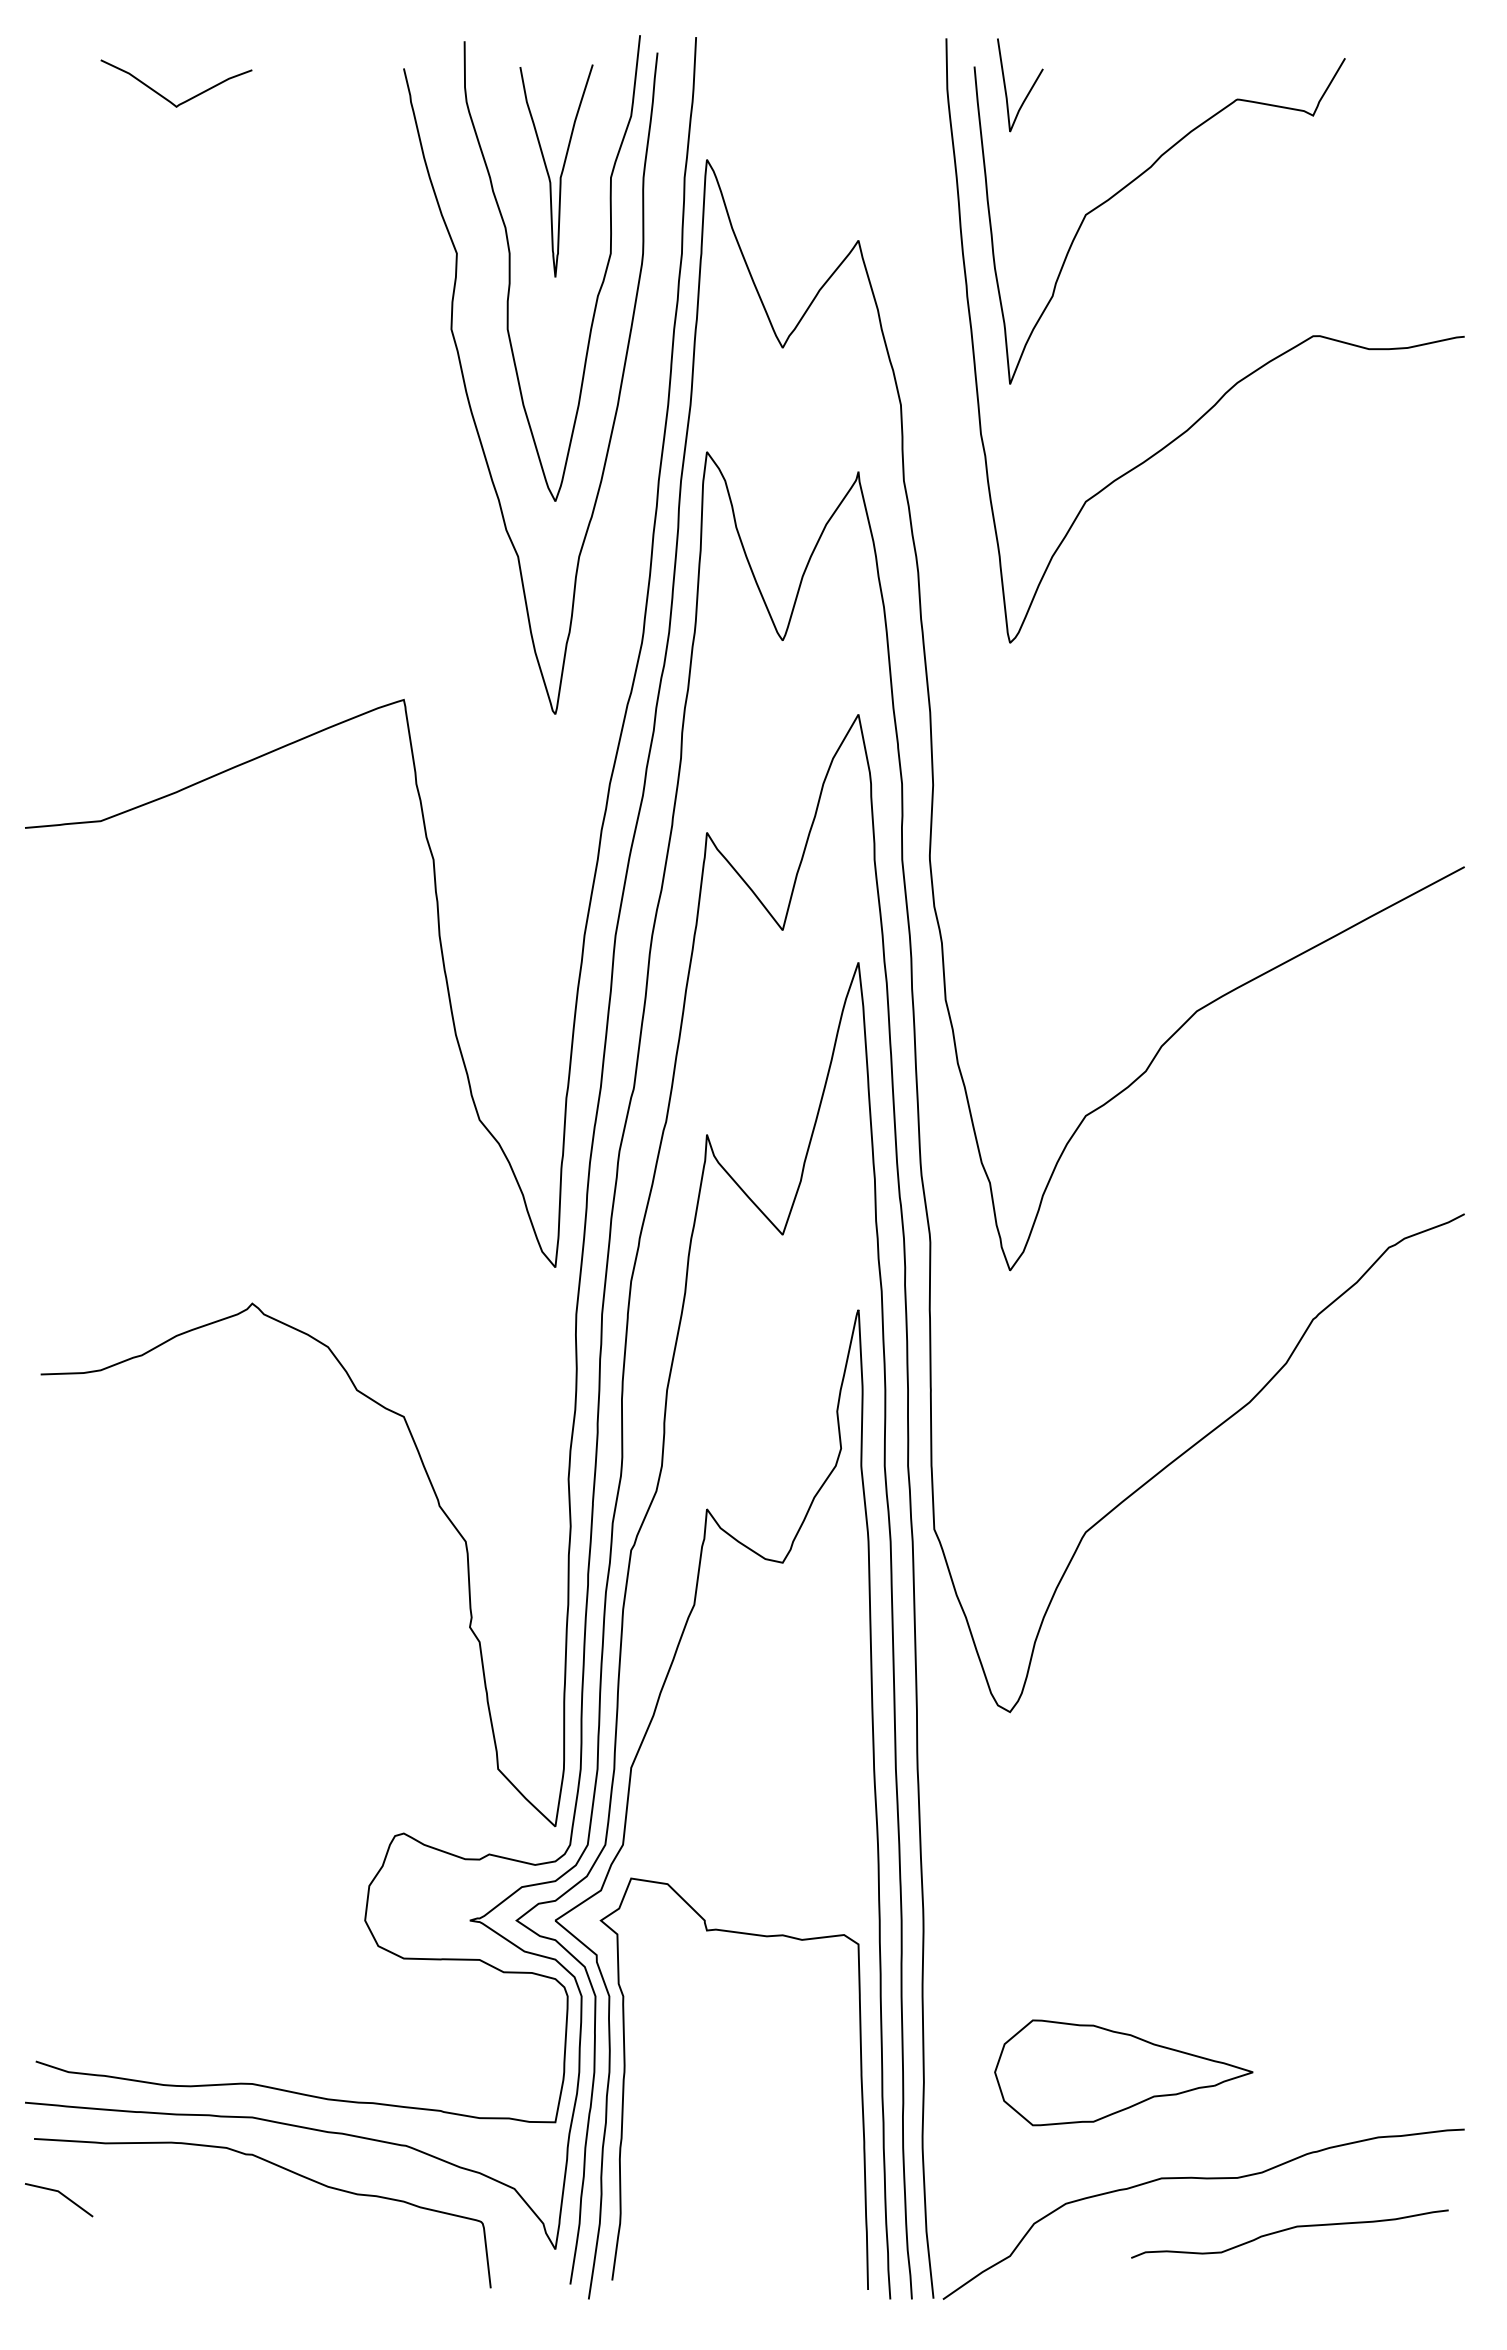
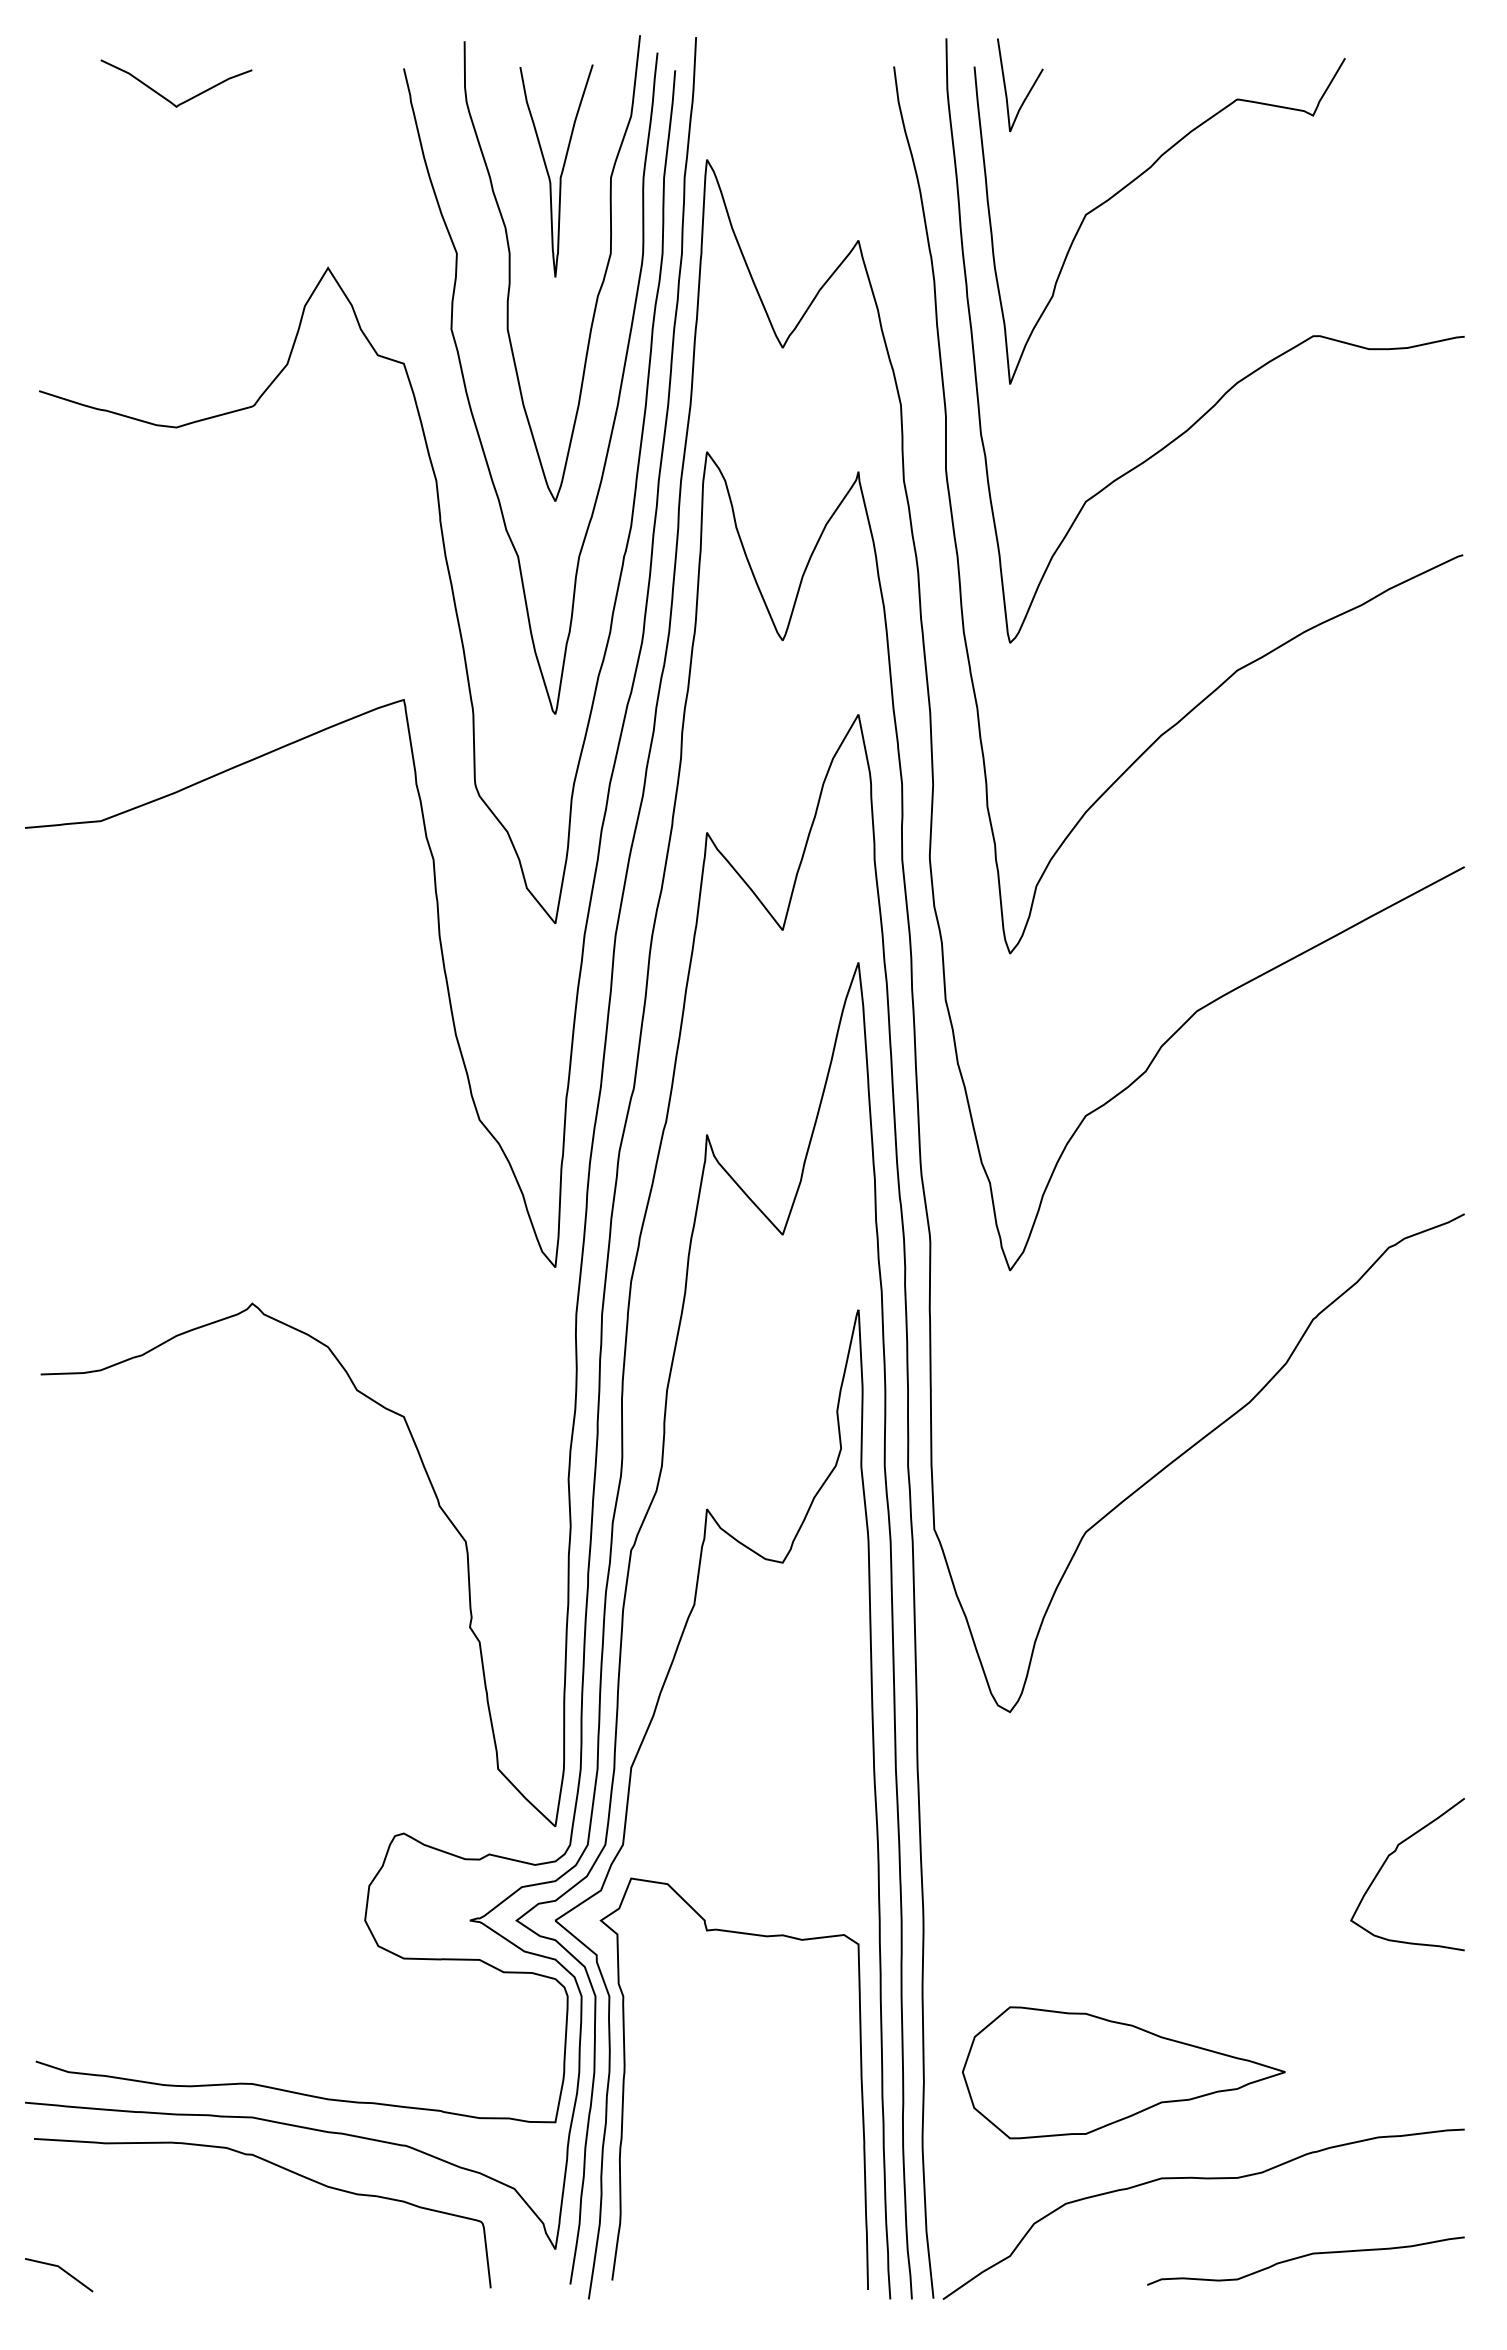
curve at (436, 494): none -> present
curve at (1262, 655): none -> present
curve at (1385, 1863): none -> present
part at (1123, 2072) size: 260x108 px -> 324x134 px
line at (63, 2196) position: (63, 2196) -> (63, 2271)
curve at (1287, 2230) position: (1287, 2230) -> (1303, 2257)
